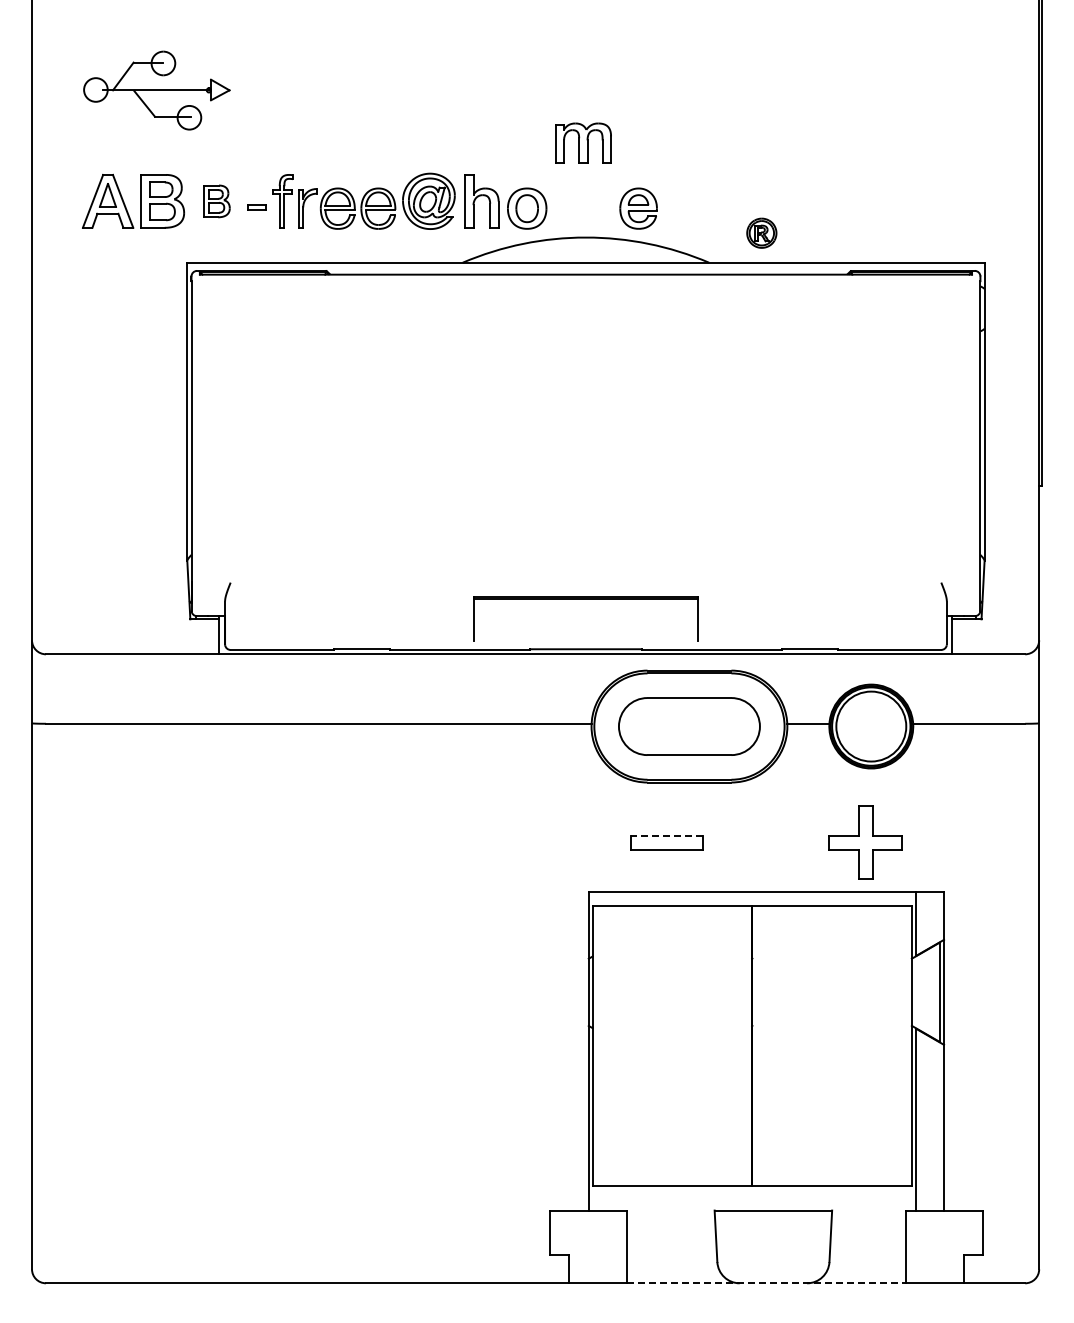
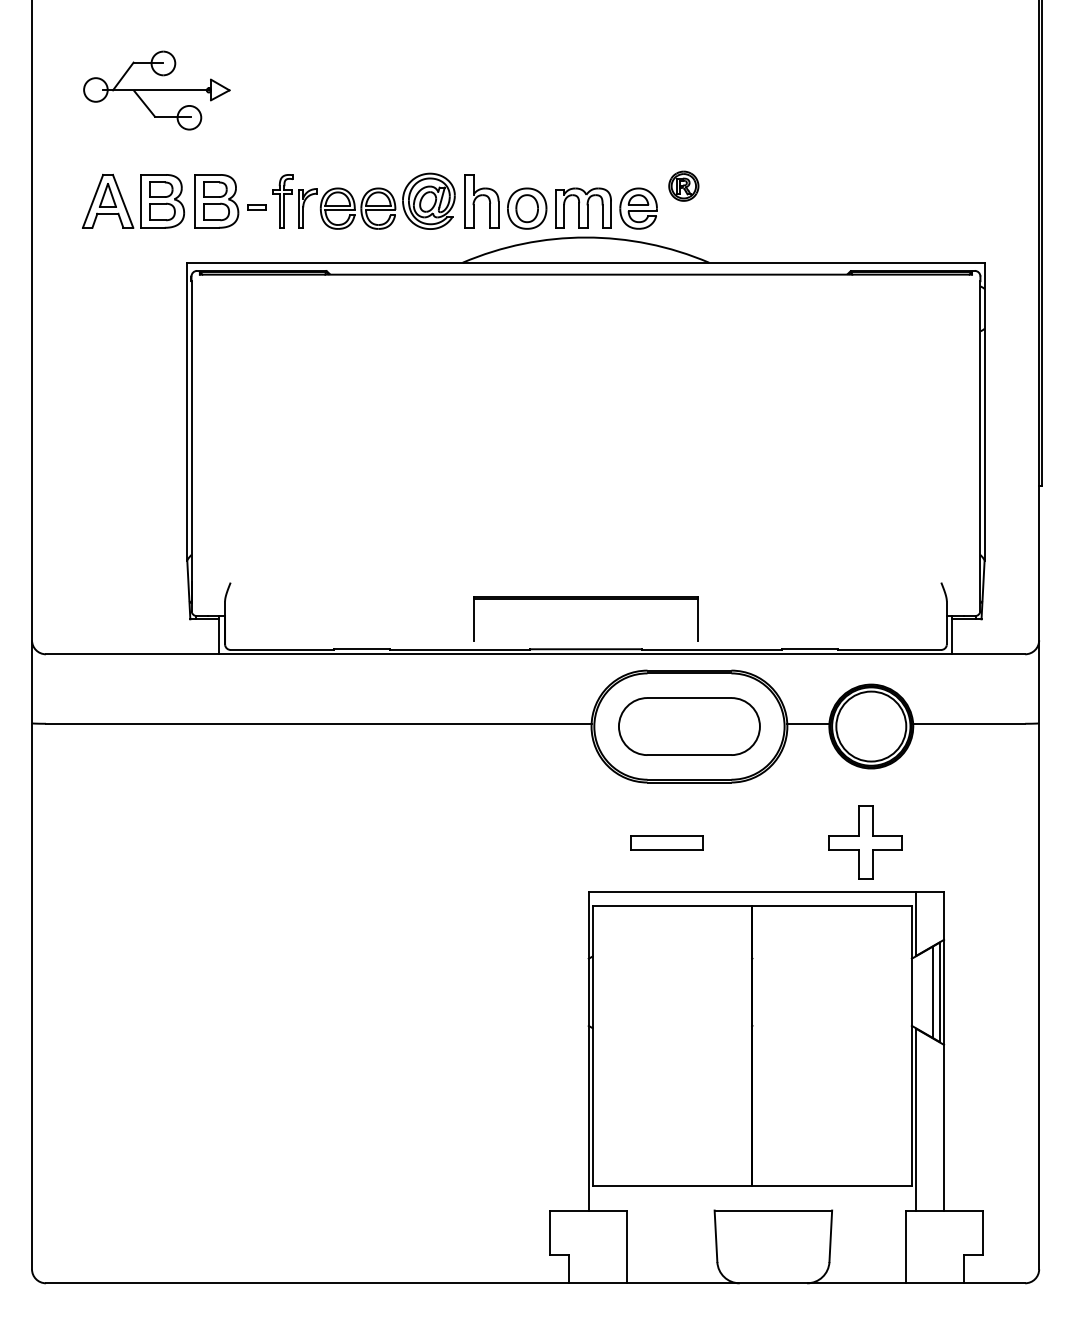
part at (583, 142) position: (583, 142) -> (583, 207)
part at (216, 201) size: 28x35 px -> 46x55 px
part at (761, 232) position: (761, 232) -> (683, 185)
line at (666, 835): dashed -> solid
line at (932, 991): none -> present
line at (766, 1283): dashed -> solid
